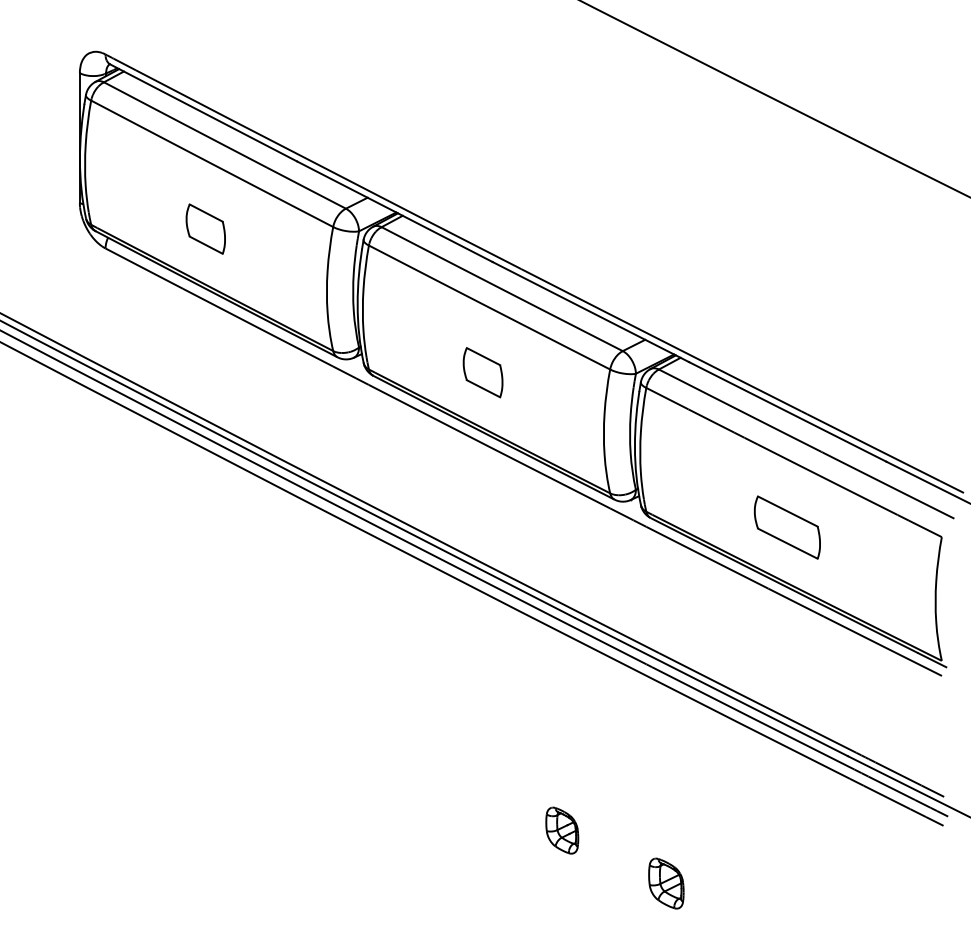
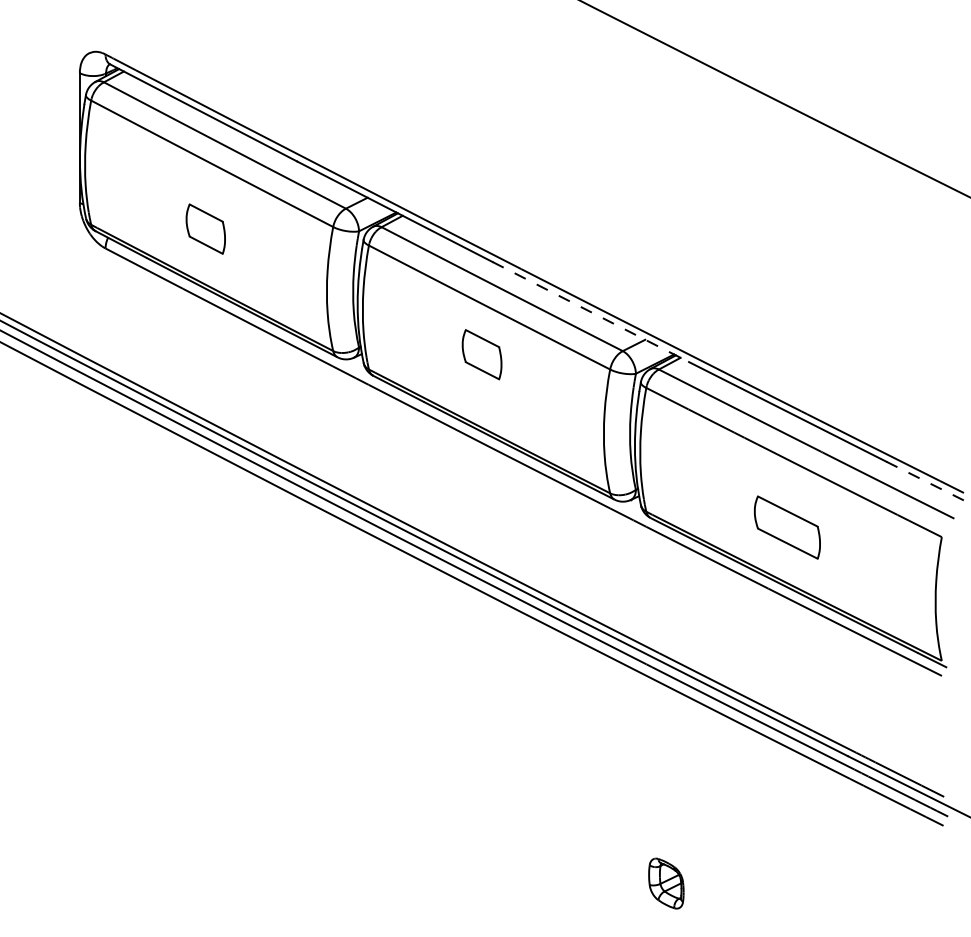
line at (591, 312): solid -> dashed
part at (482, 372) position: (482, 372) -> (481, 354)
line at (928, 482): solid -> dashed
part at (562, 830): present -> none
